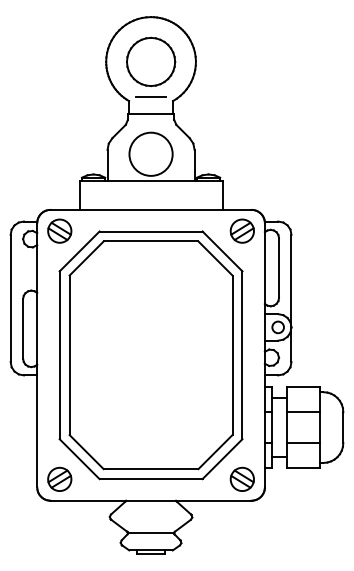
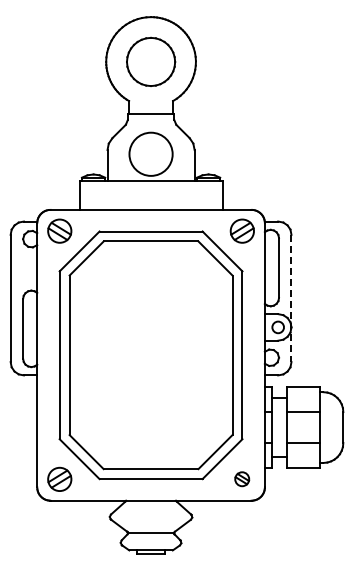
line at (150, 97): present -> none
line at (291, 298): solid -> dashed
part at (241, 478) size: 26x26 px -> 17x17 px
